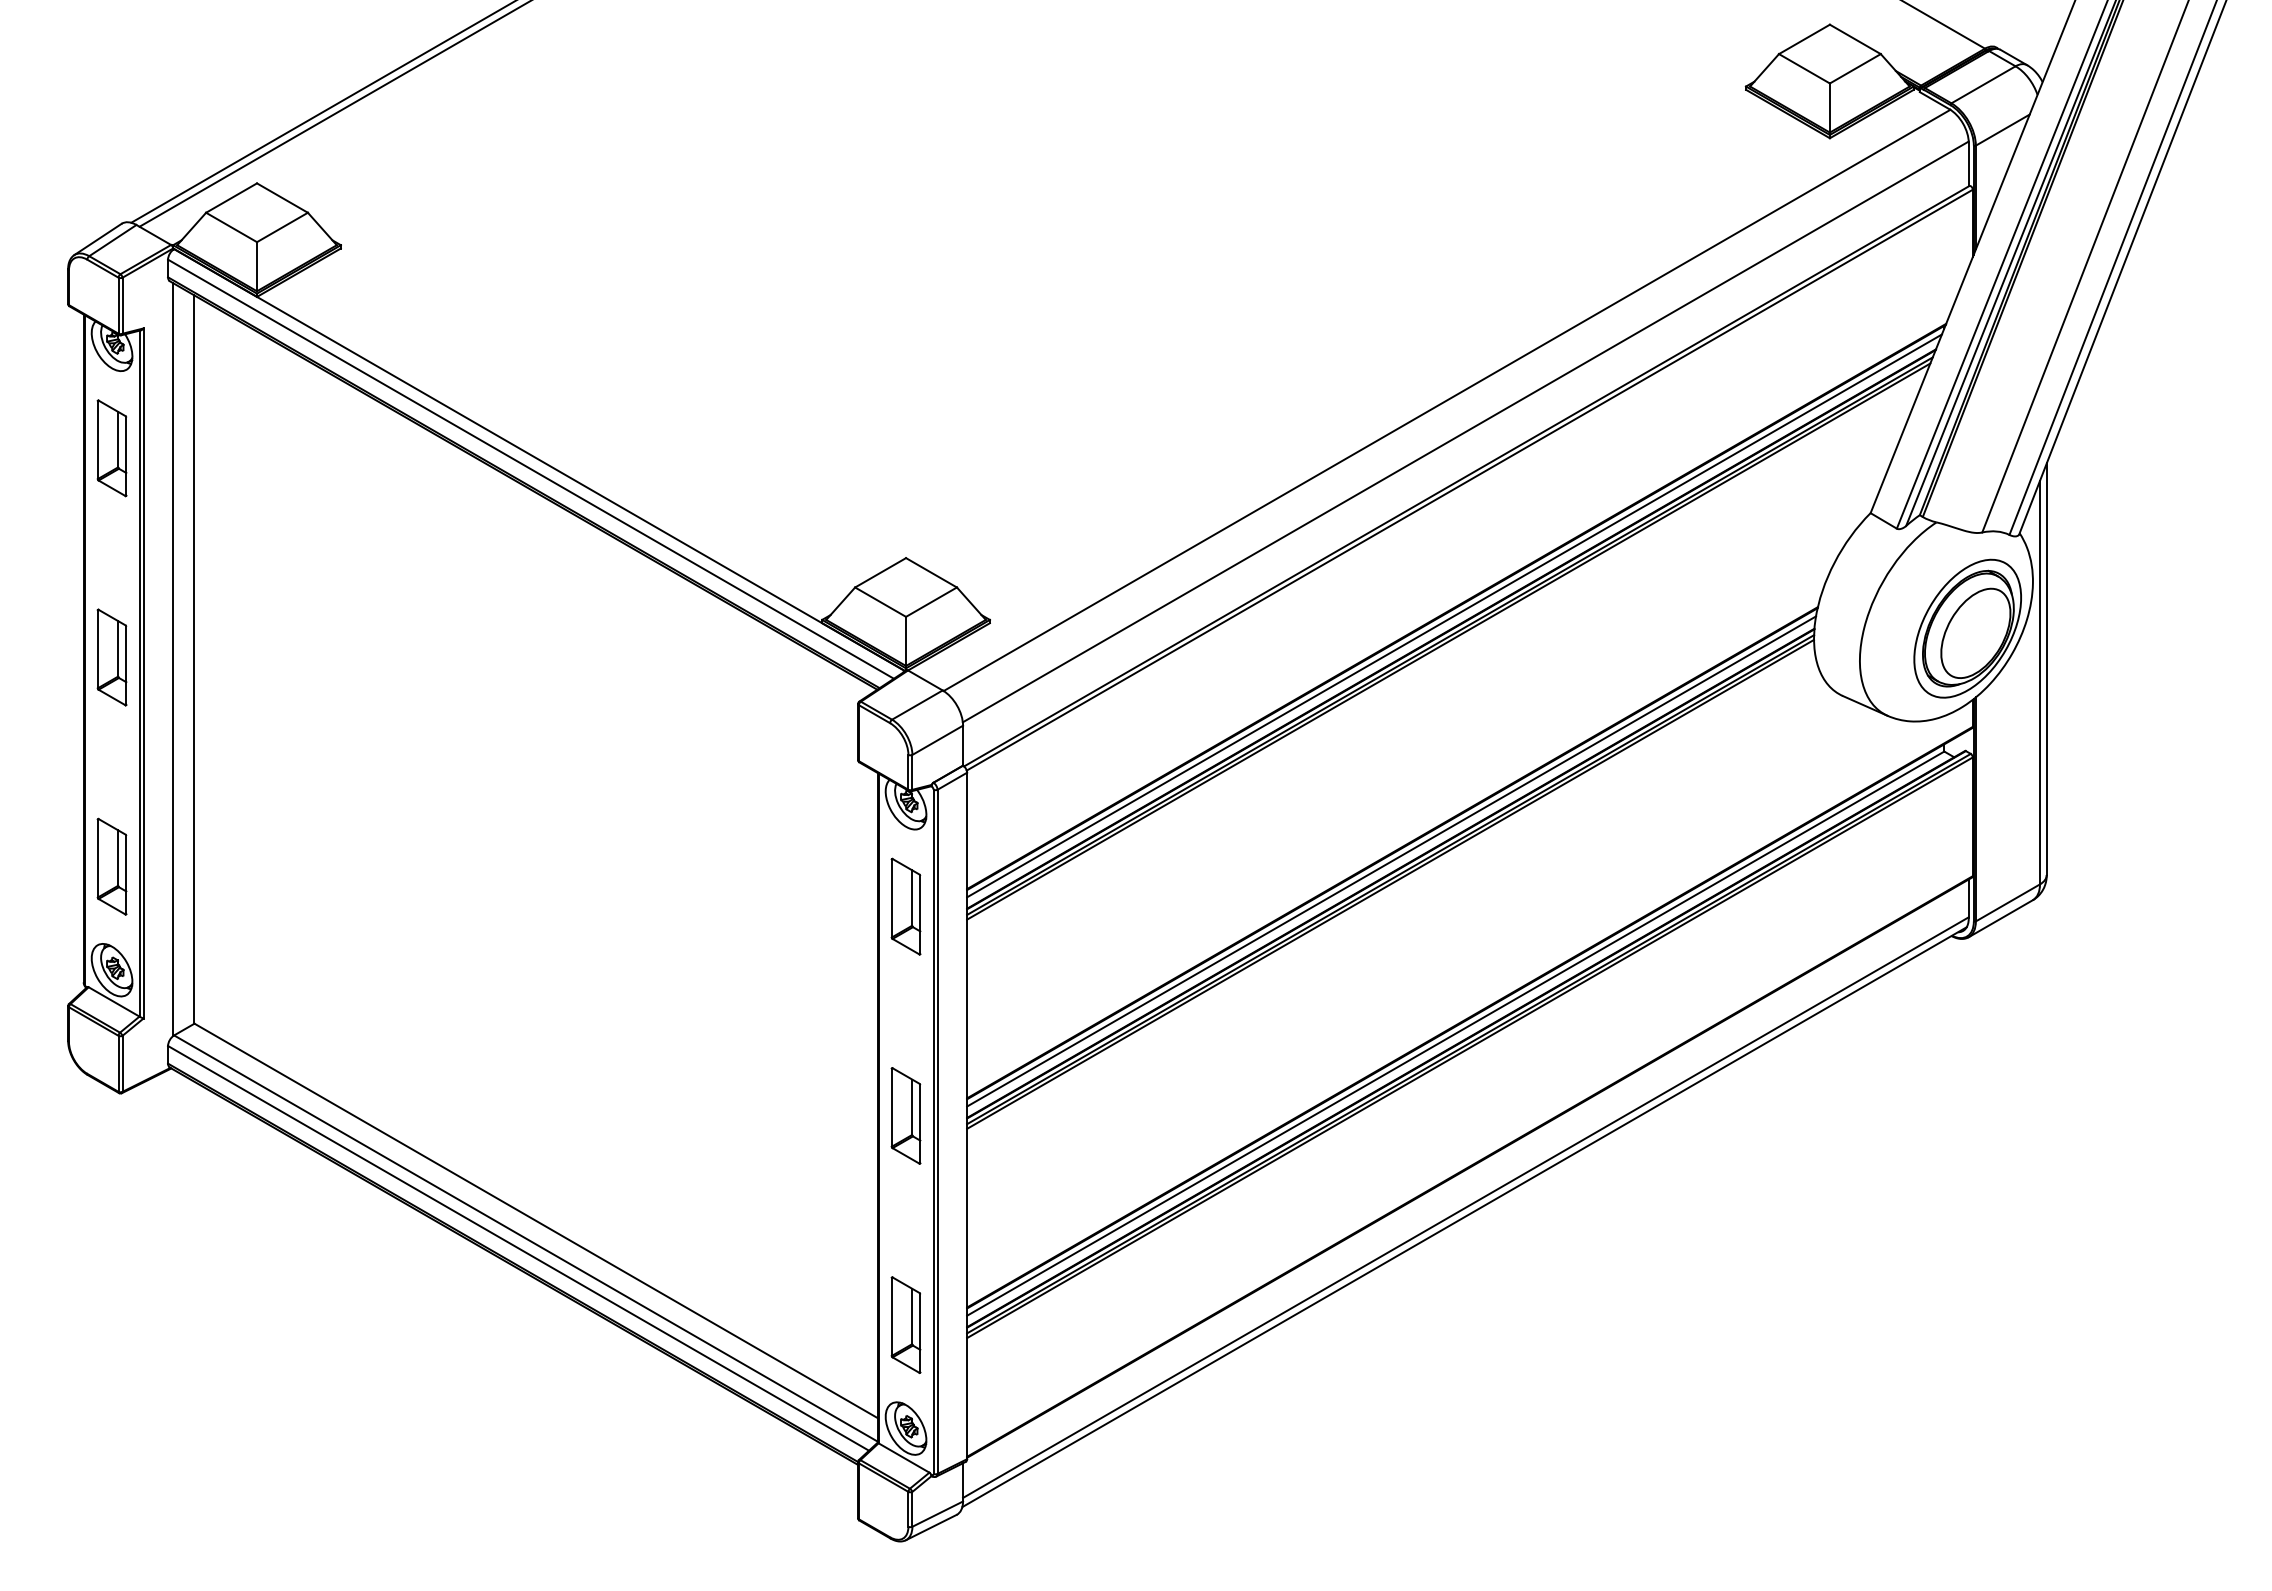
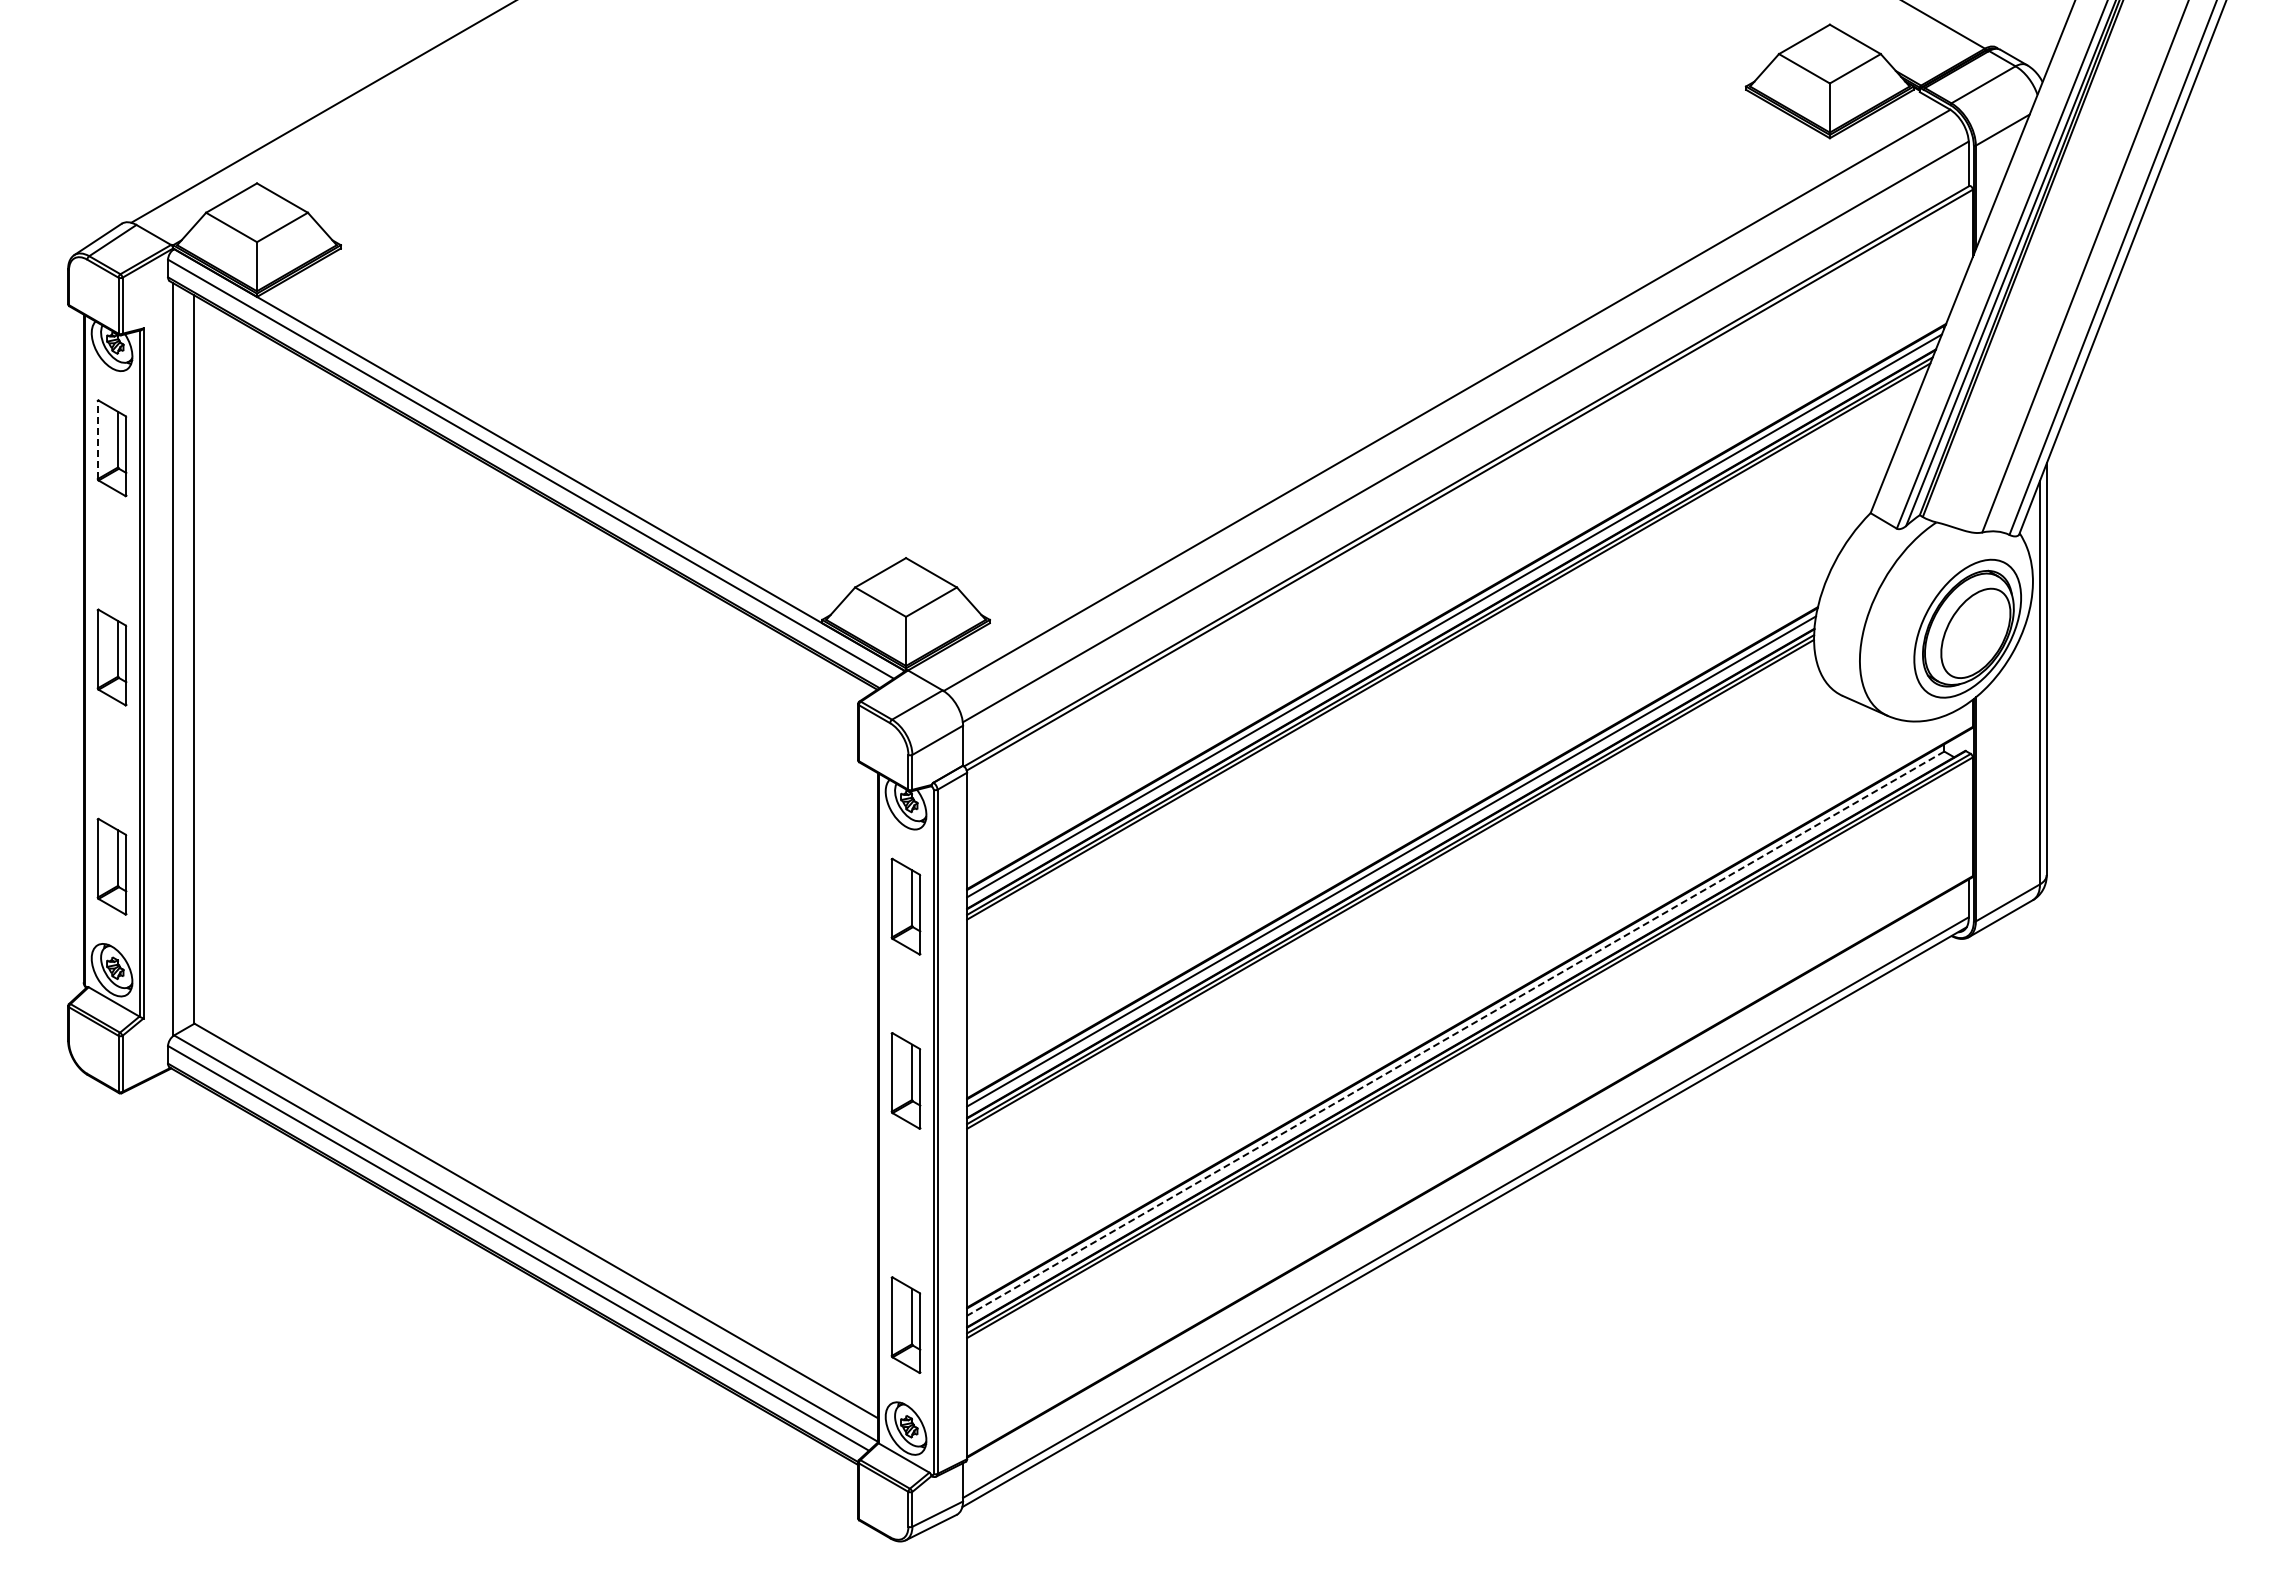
line at (333, 114): present -> none
line at (97, 439): solid -> dashed
line at (1455, 1033): solid -> dashed
part at (905, 1115) position: (905, 1115) -> (905, 1080)
